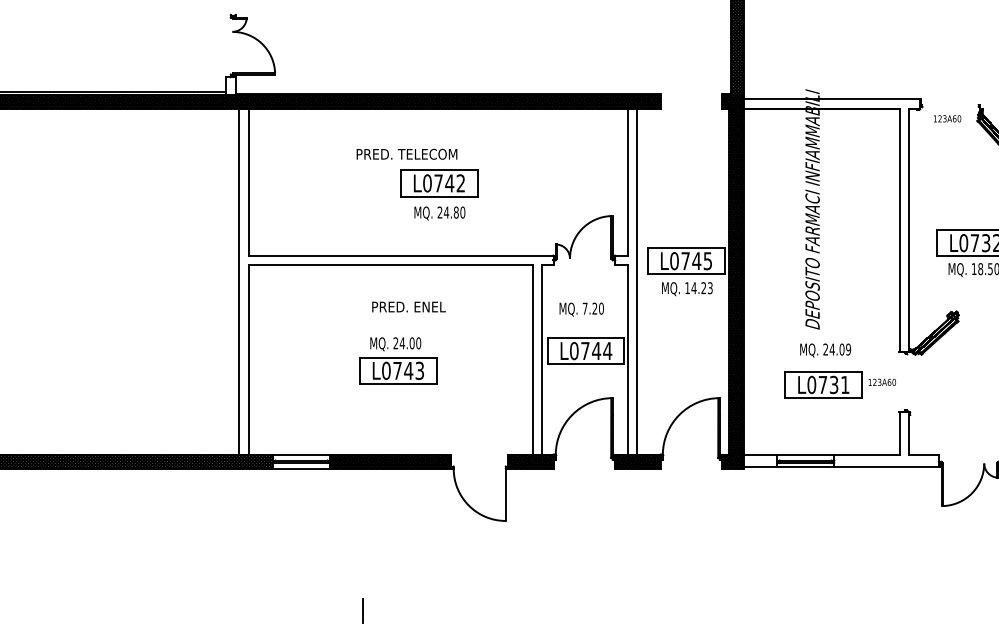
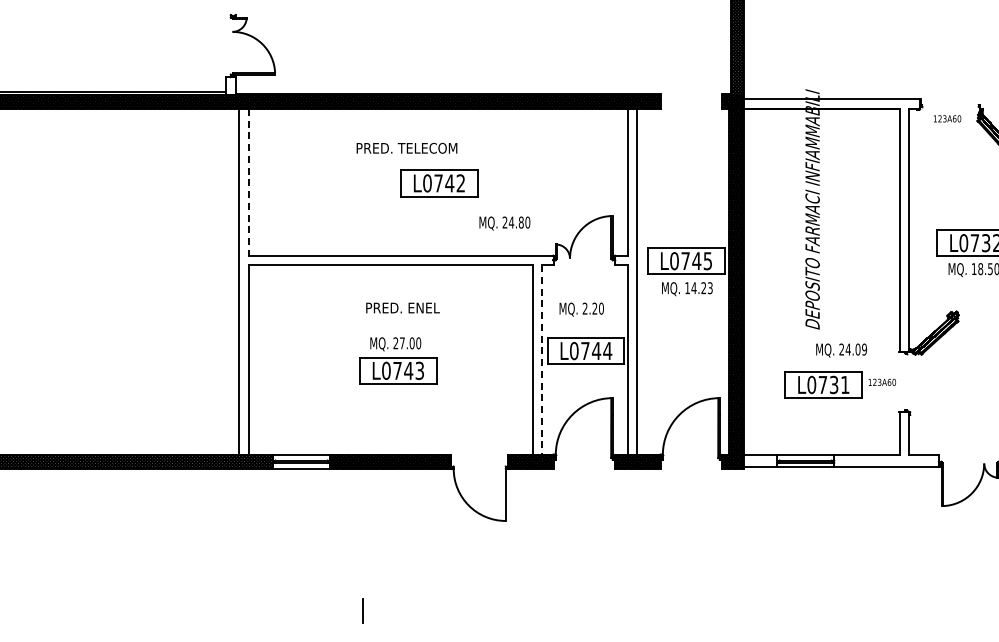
text at (406, 153) position: (406, 153) -> (406, 147)
line at (248, 182): solid -> dashed
text at (439, 213) position: (439, 213) -> (504, 223)
text at (408, 306) position: (408, 306) -> (402, 307)
text at (584, 308): 7.20 -> 2.20
text at (402, 343): 24.00 -> 27.00
text at (825, 350) position: (825, 350) -> (841, 350)
line at (542, 359): solid -> dashed
